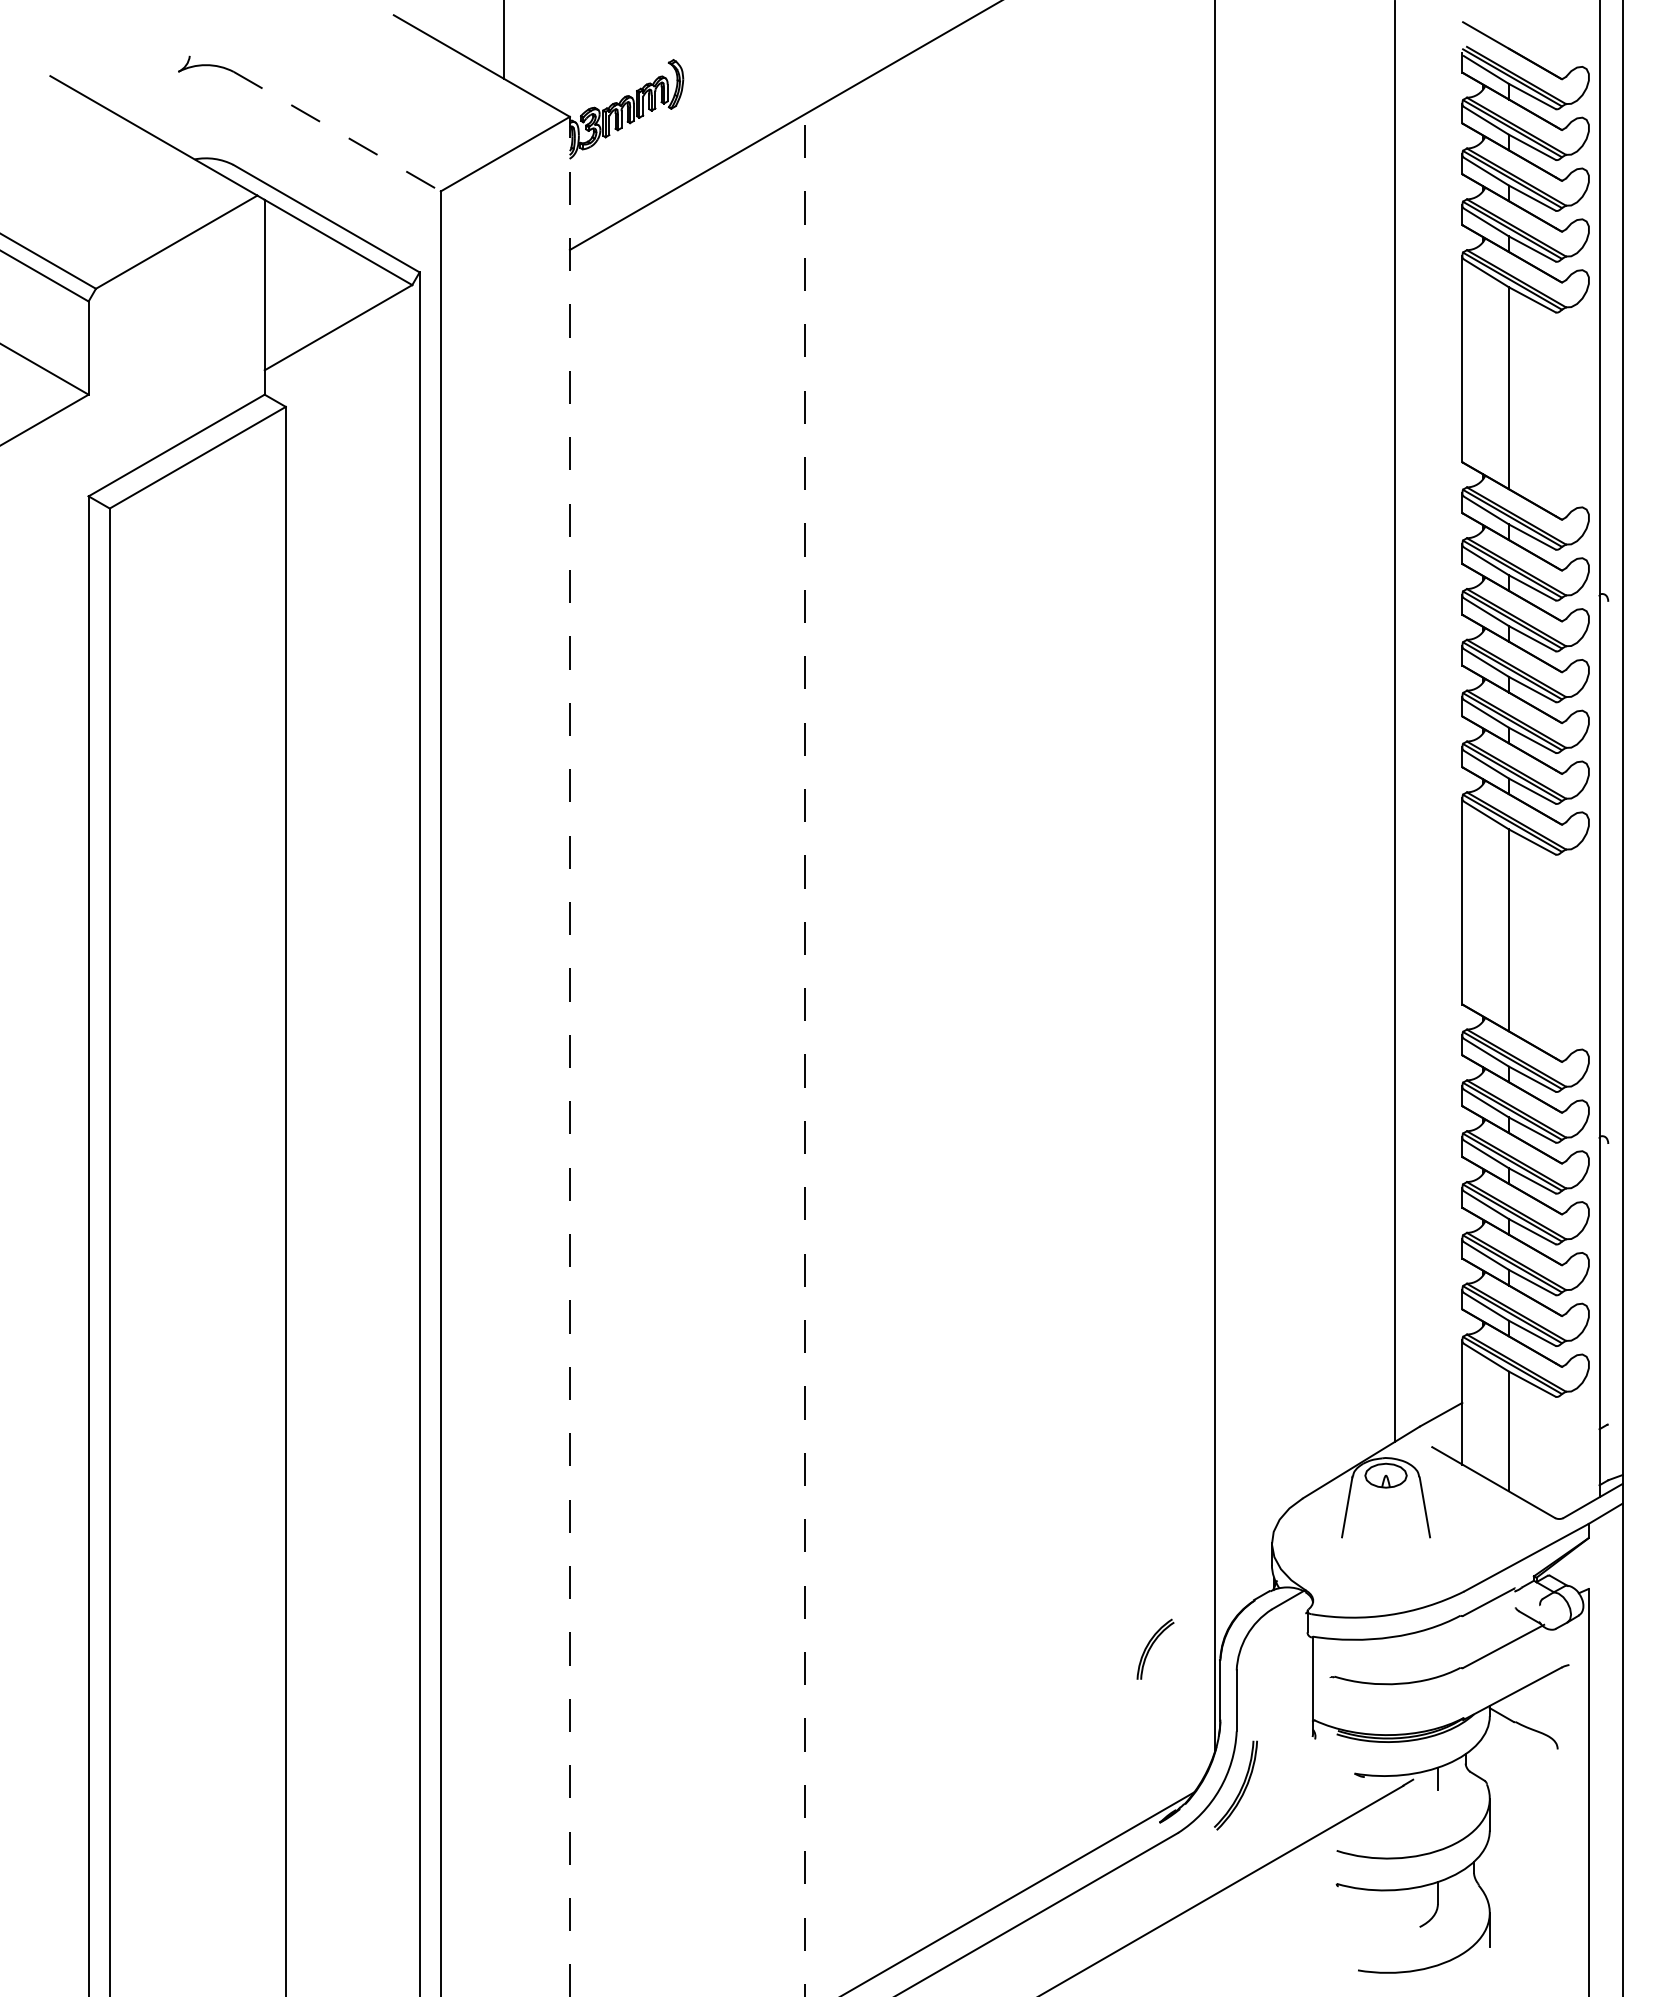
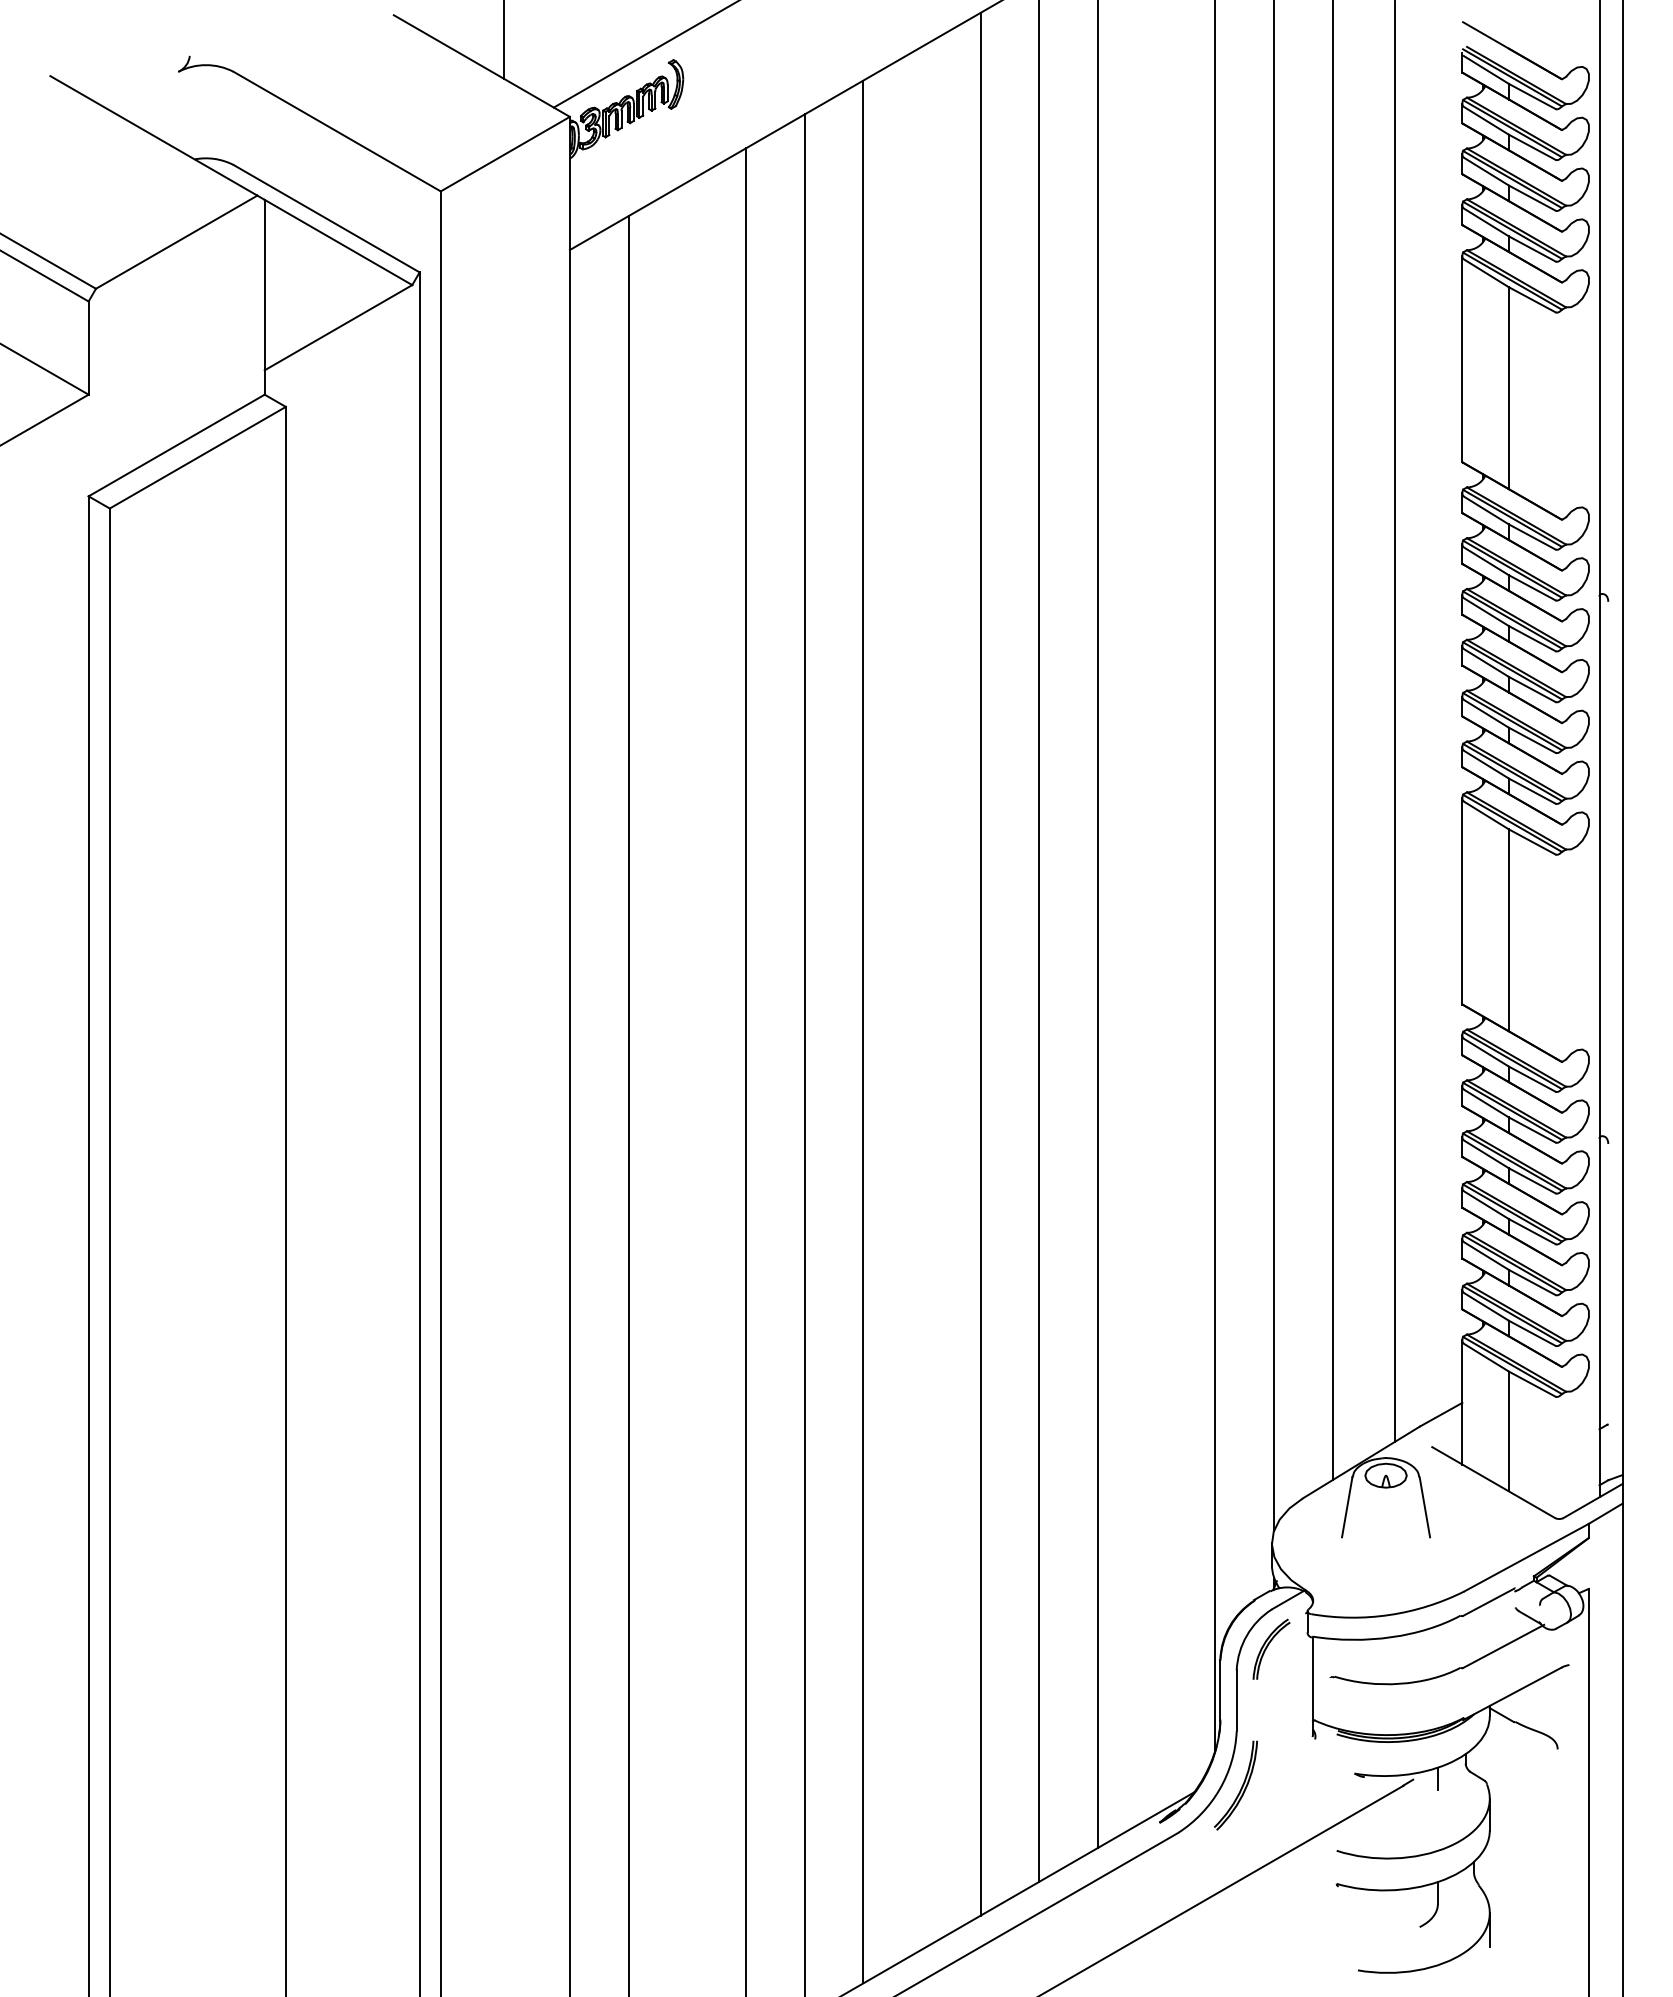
line at (644, 54): none -> present
line at (337, 131): dashed -> solid
line at (1332, 740): none -> present
line at (1274, 766): none -> present
line at (1098, 924): none -> present
line at (1039, 941): none -> present
line at (980, 963): none -> present
line at (863, 1031): none -> present
line at (804, 1055): dashed -> solid
line at (569, 1056): dashed -> solid
line at (745, 1070): none -> present
line at (628, 1104): none -> present
part at (1155, 1648) position: (1155, 1648) -> (1271, 1648)
